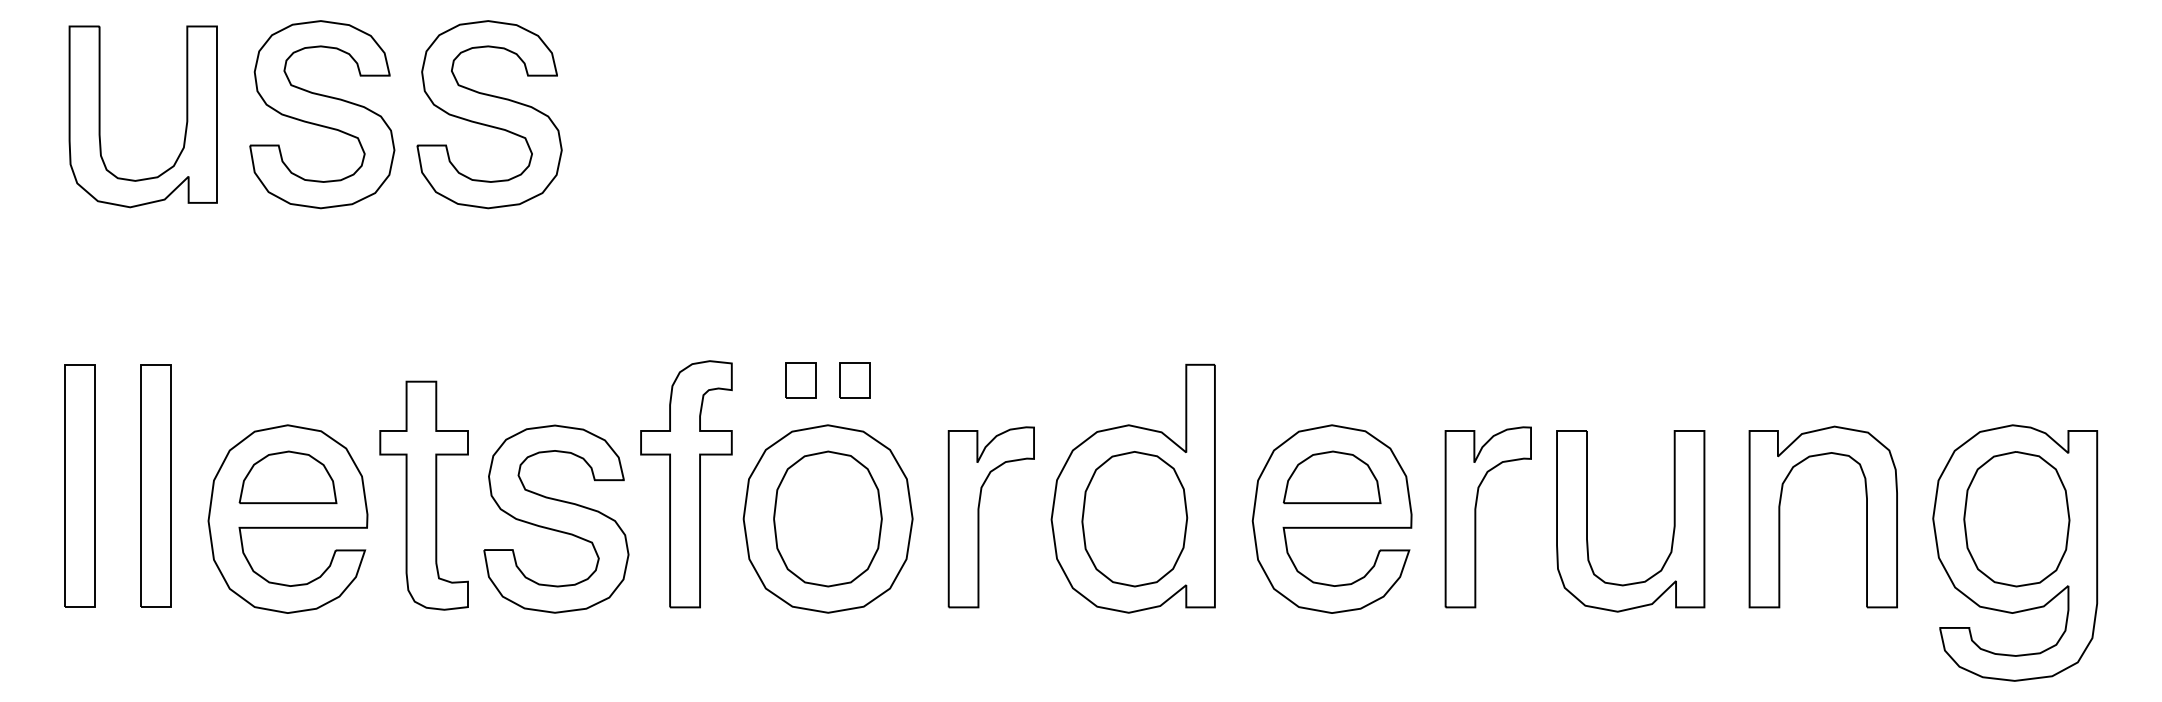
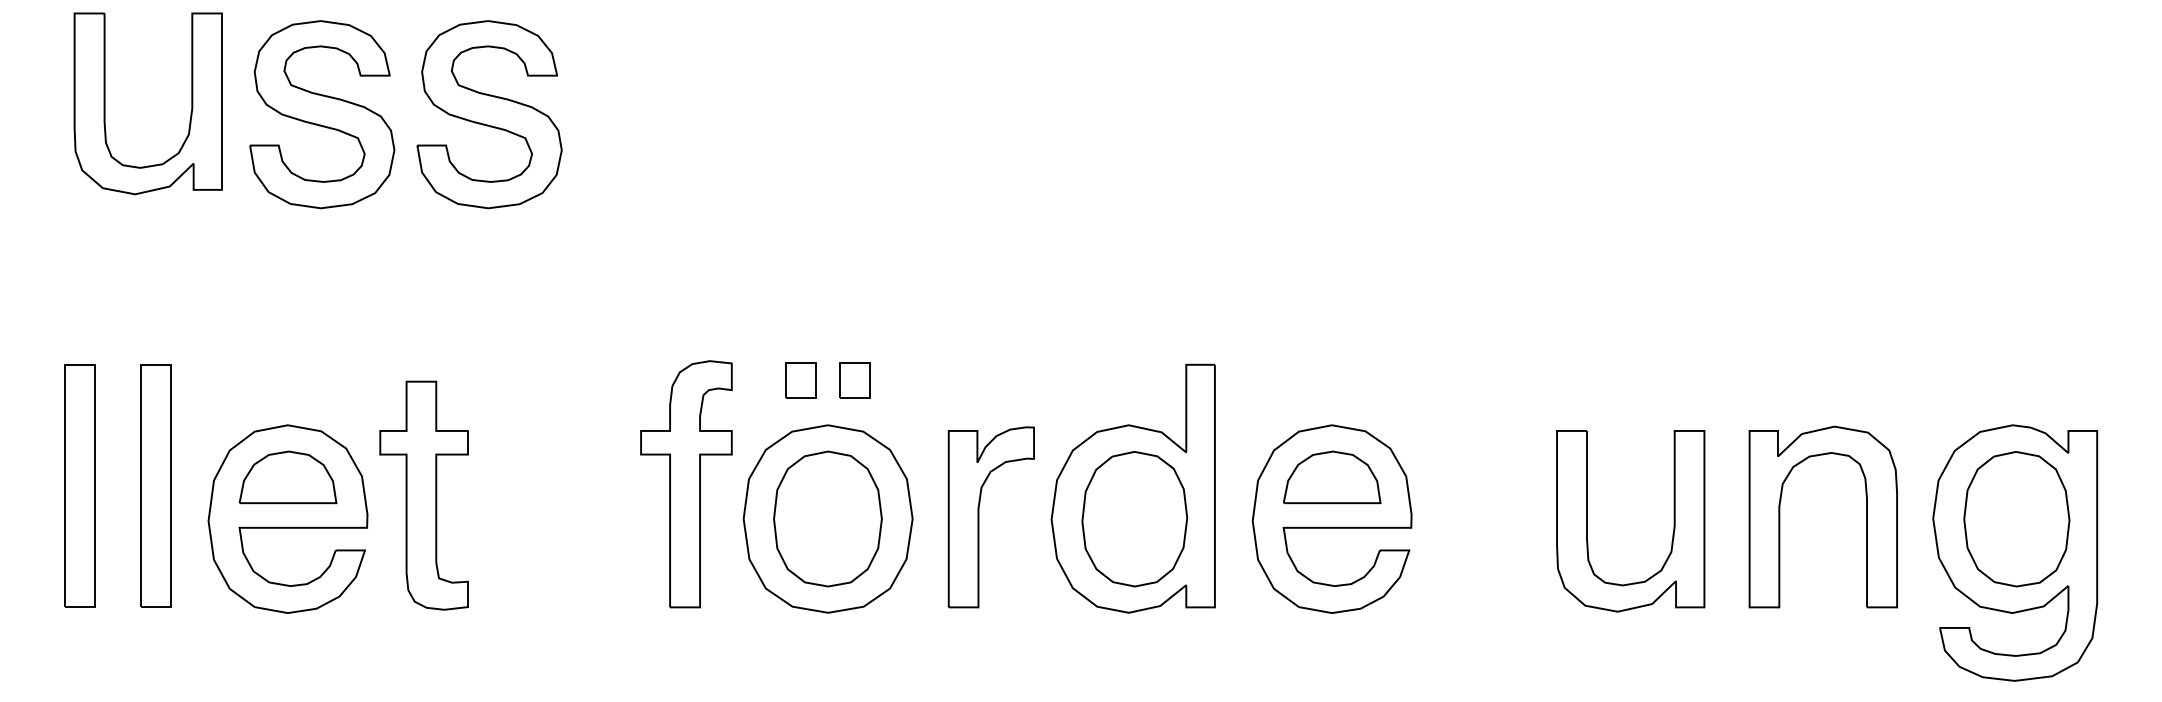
part at (100, 116) position: (100, 116) -> (105, 103)
part at (1476, 517): present -> none
part at (556, 518): present -> none
